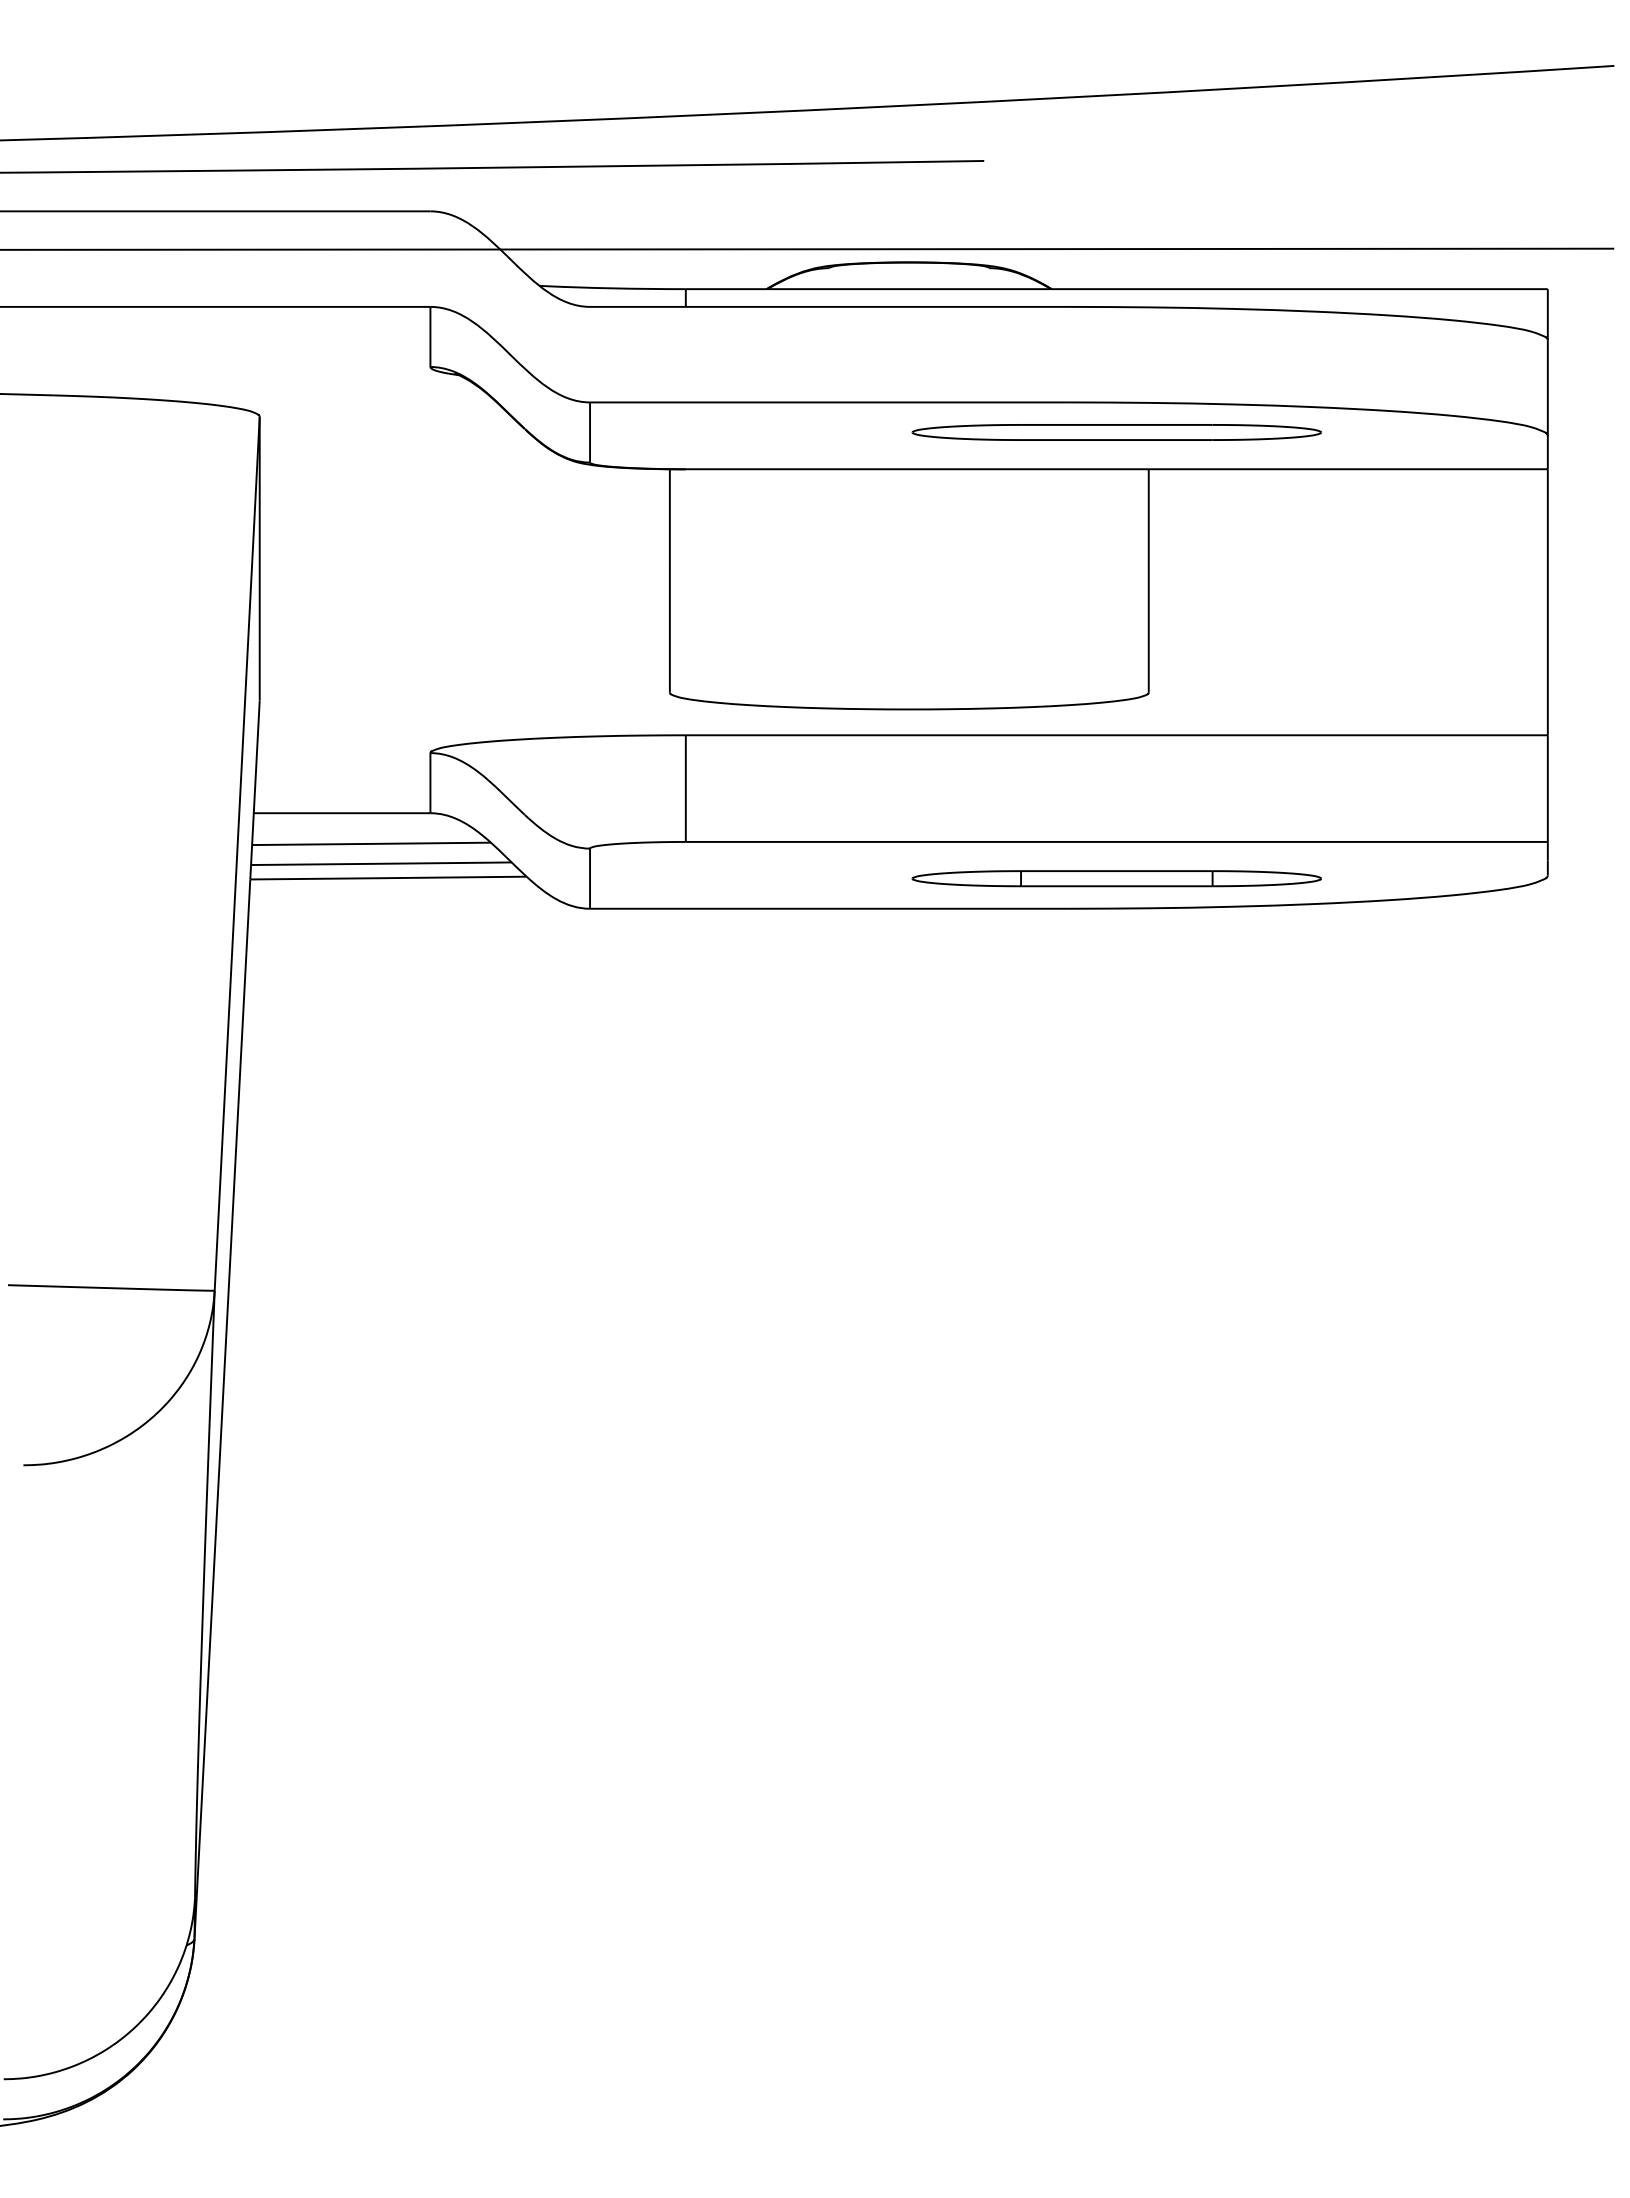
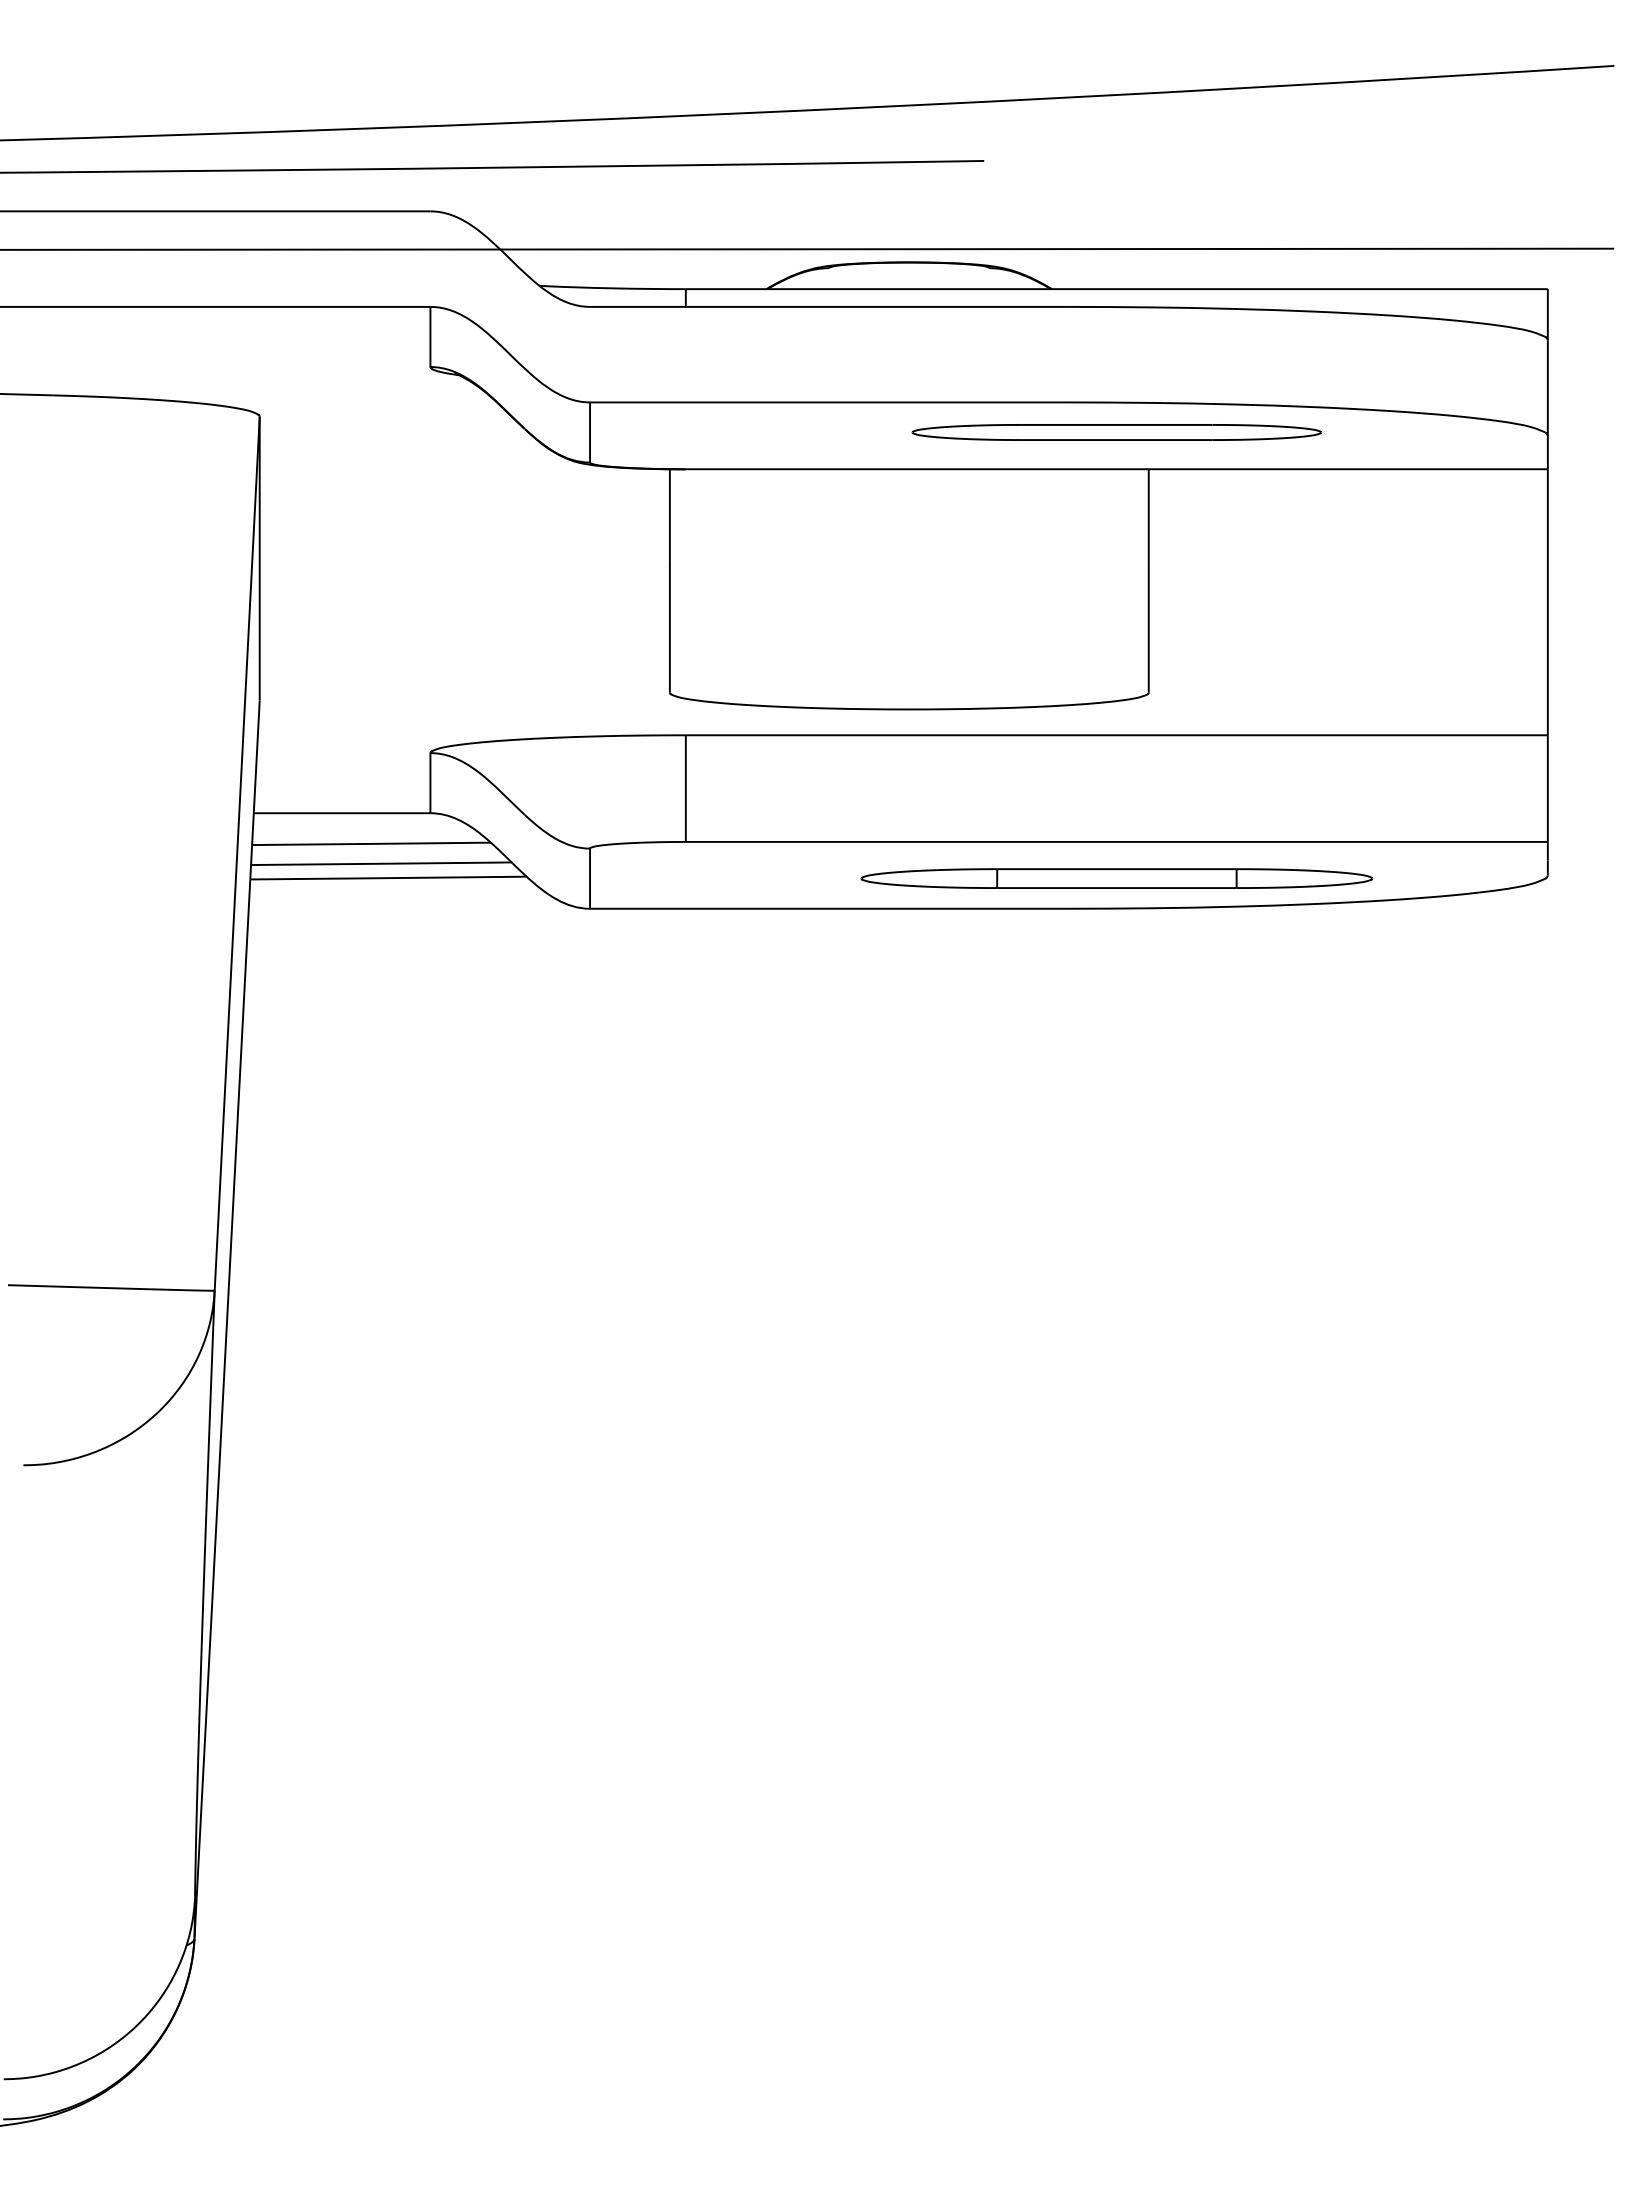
part at (1116, 878) size: 411x18 px -> 514x21 px
